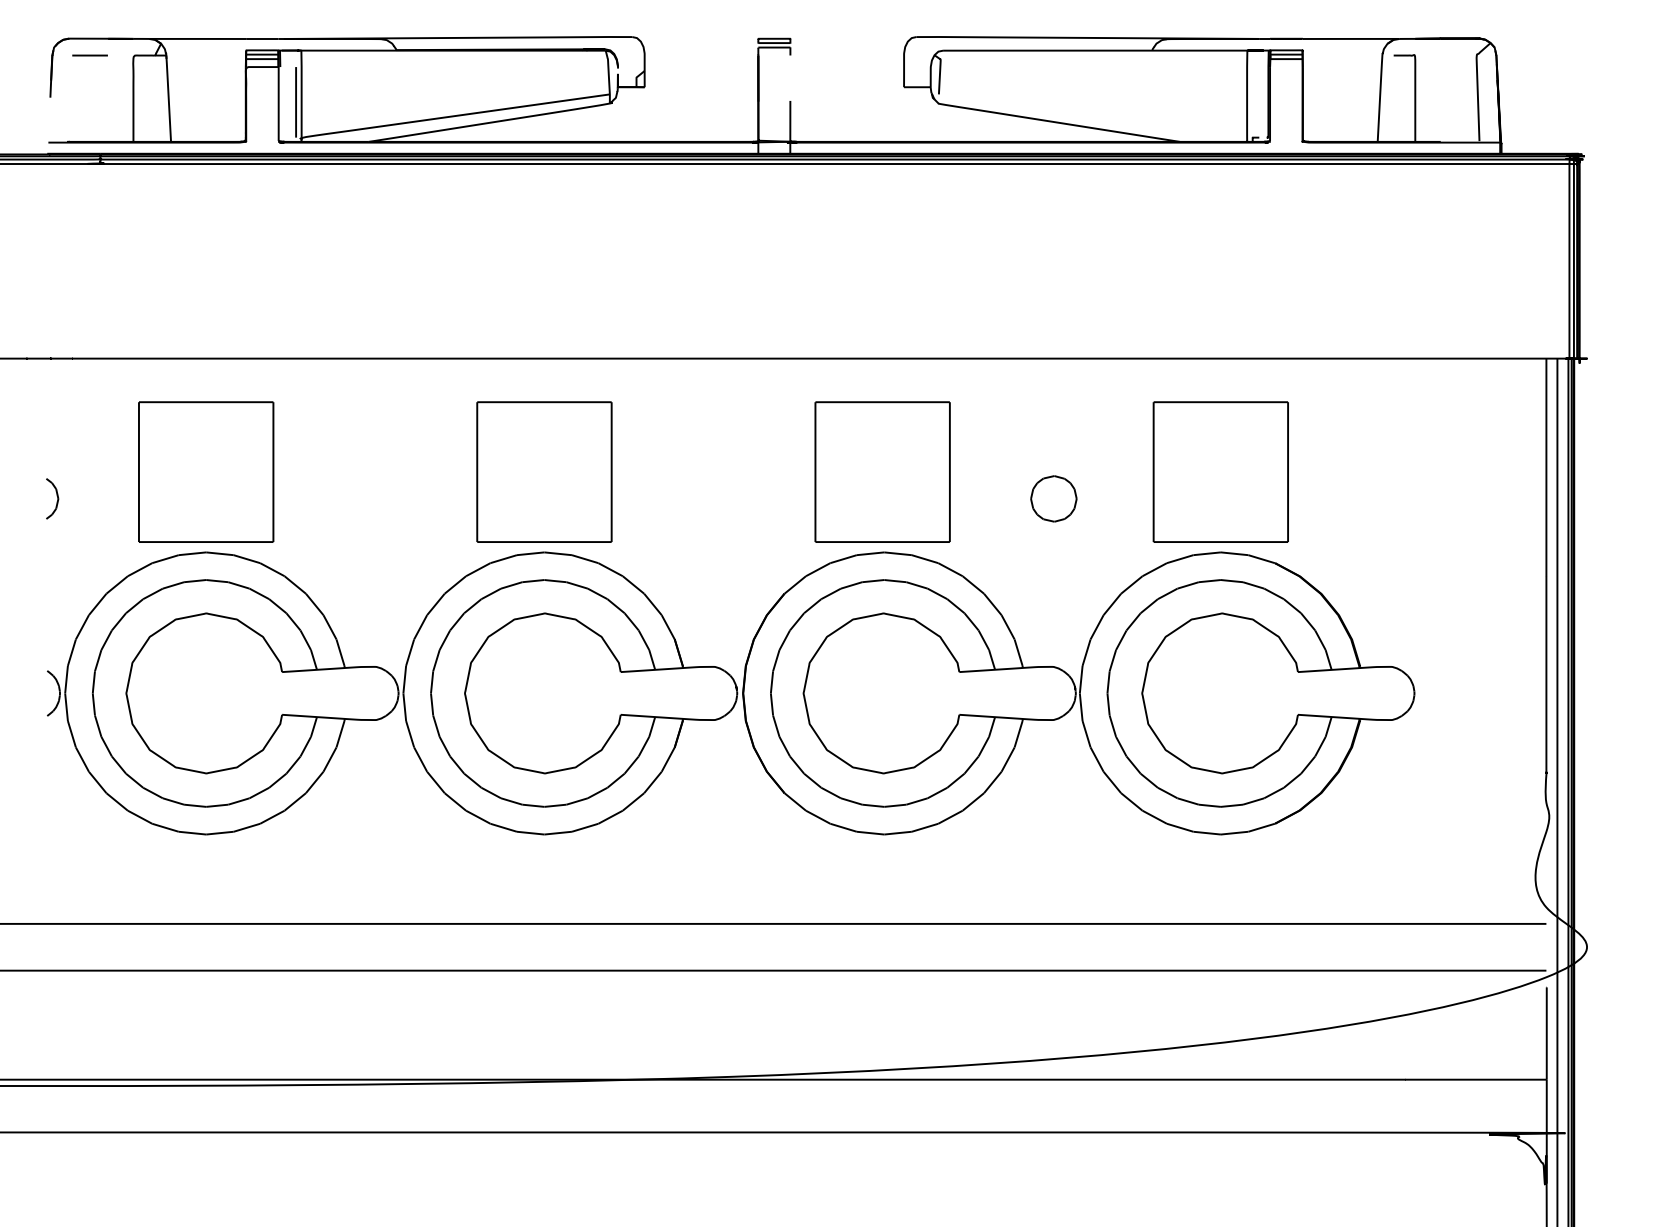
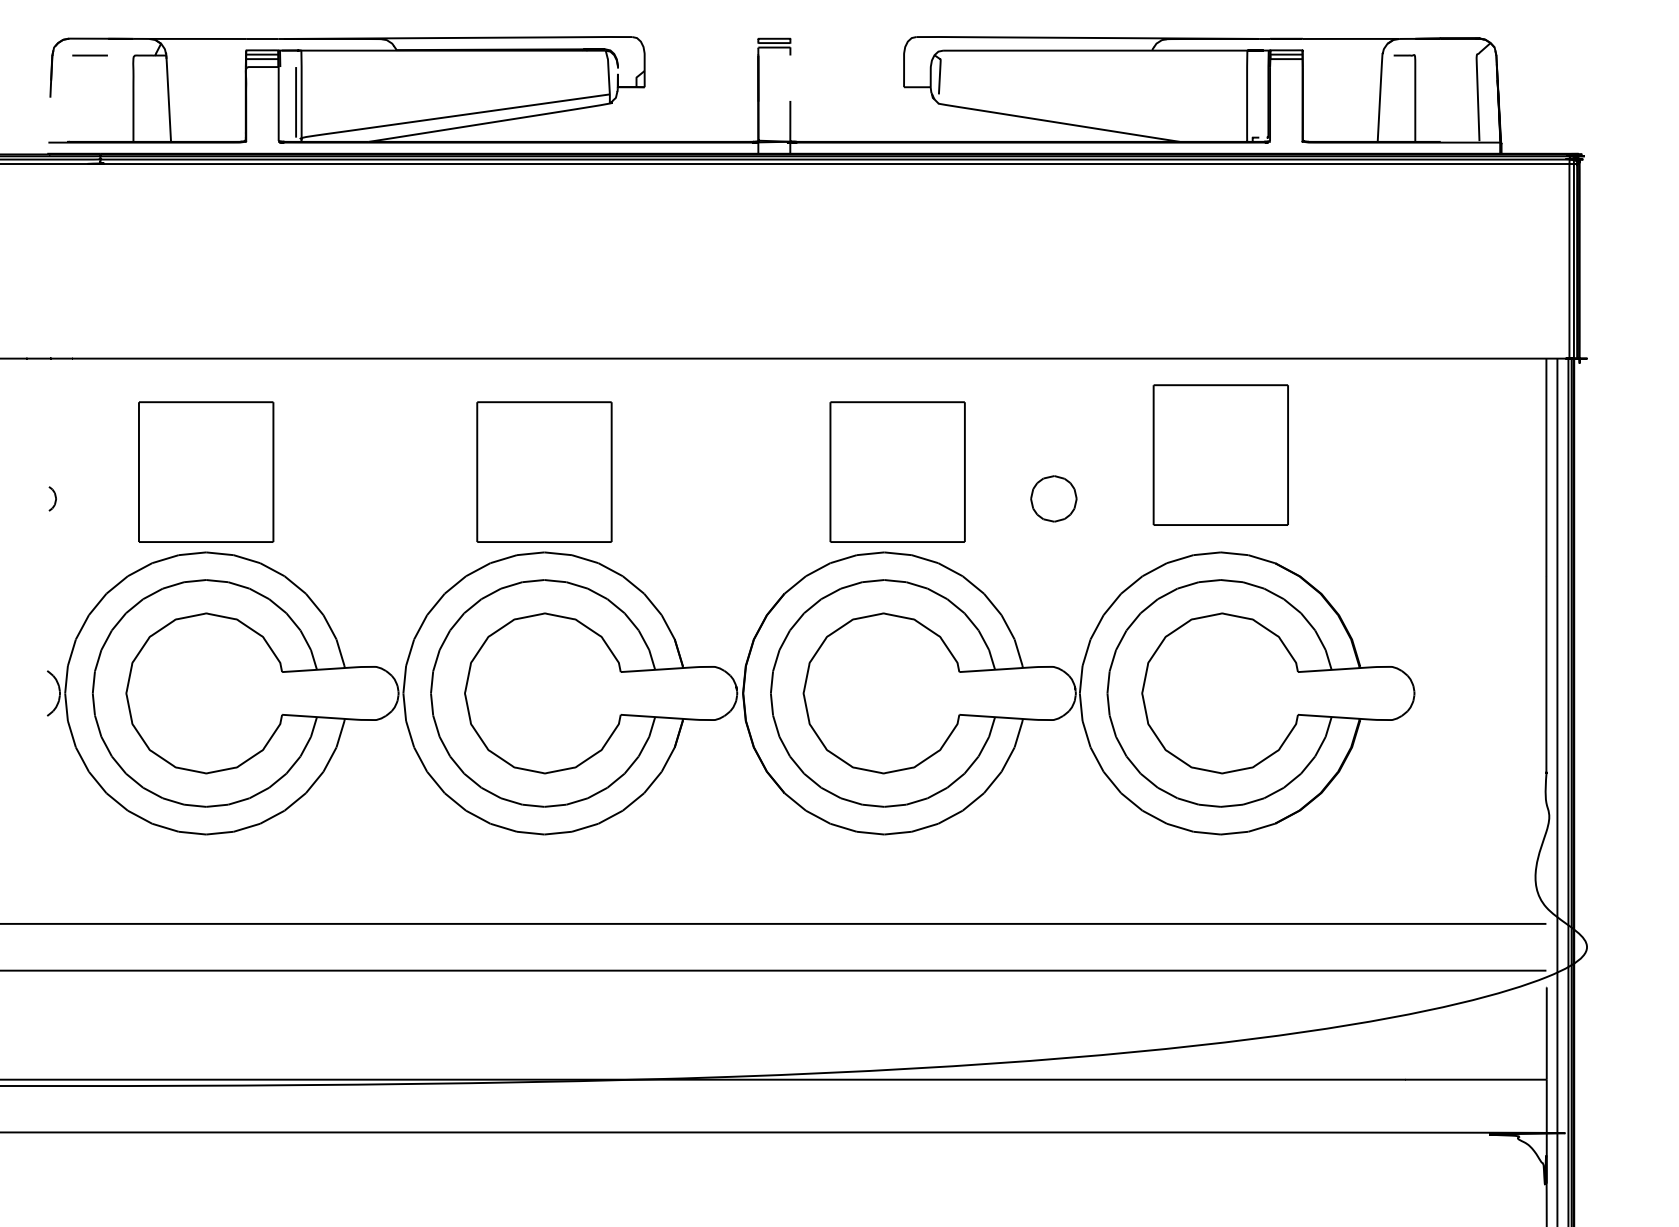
part at (882, 471) position: (882, 471) -> (897, 471)
part at (1220, 471) position: (1220, 471) -> (1220, 454)
part at (52, 498) size: 14x42 px -> 9x26 px
